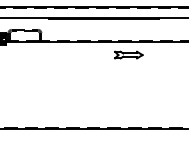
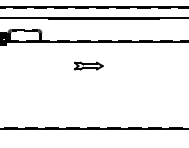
part at (128, 54) position: (128, 54) -> (88, 65)
